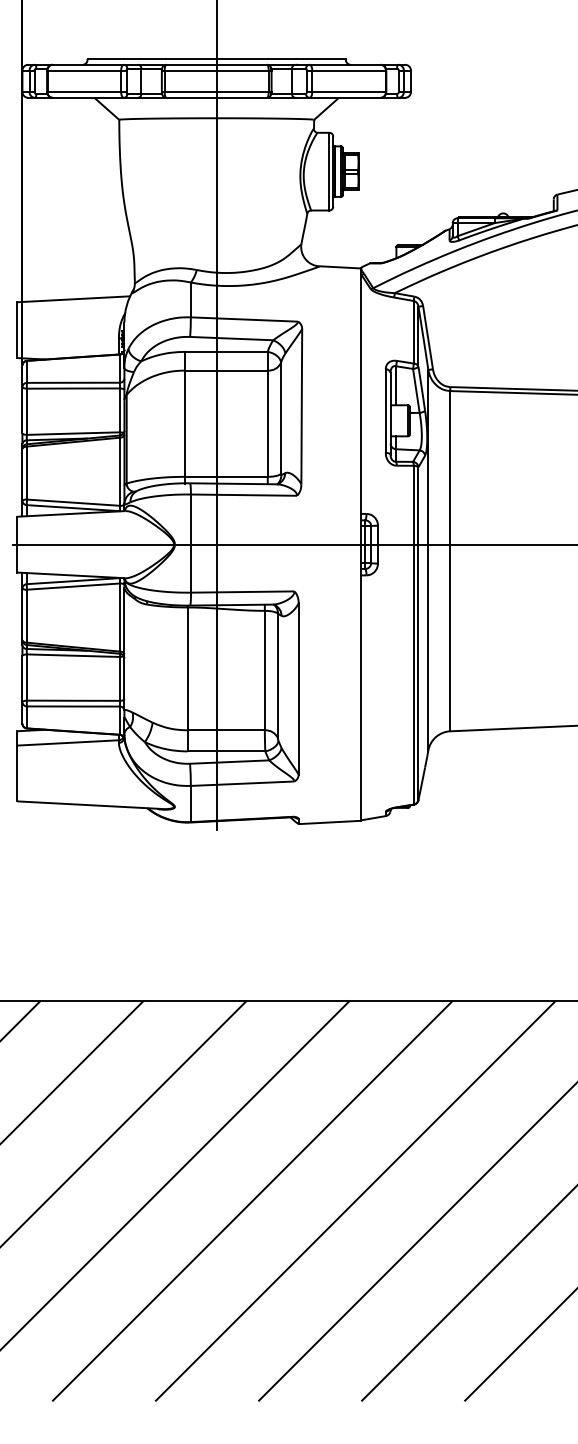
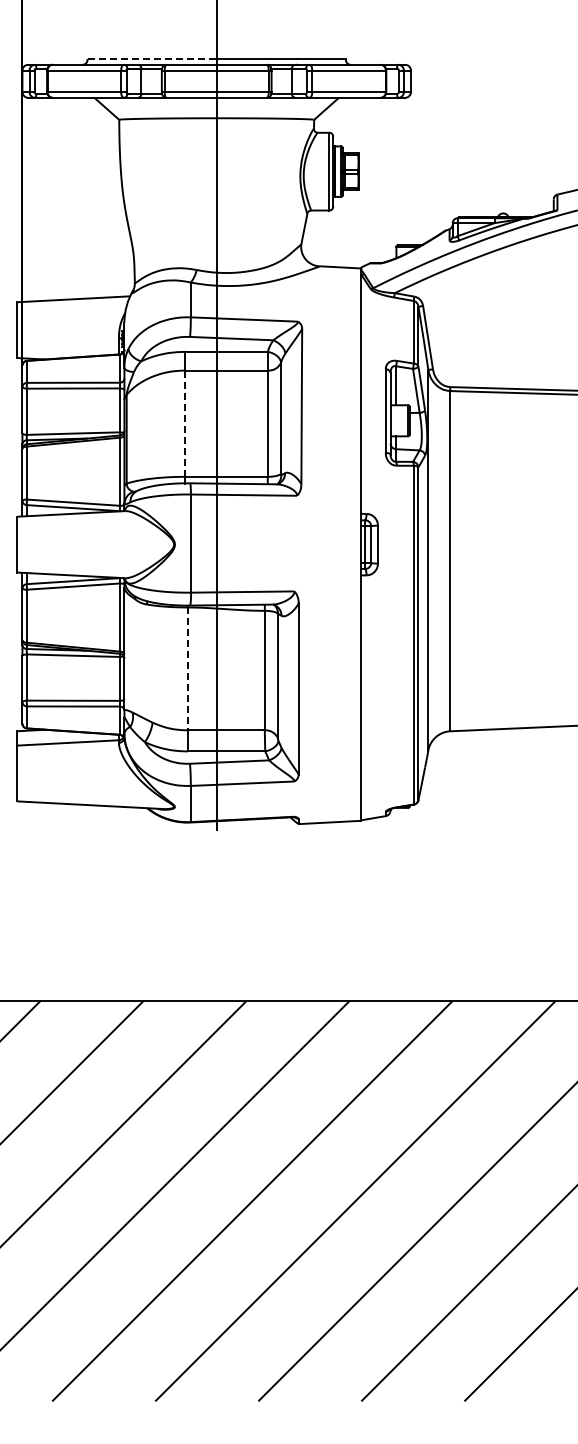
line at (152, 58): solid -> dashed
line at (185, 424): solid -> dashed
line at (293, 544): present -> none
line at (187, 669): solid -> dashed
